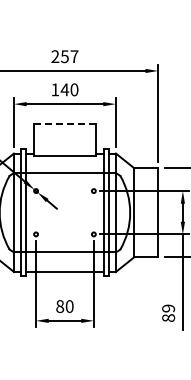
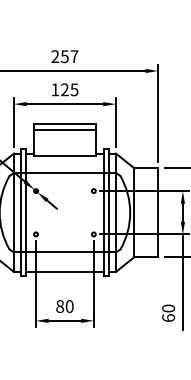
text at (69, 89): 140 -> 125
line at (65, 123): dashed -> solid
line at (64, 129): none -> present
text at (168, 312): 89 -> 60
